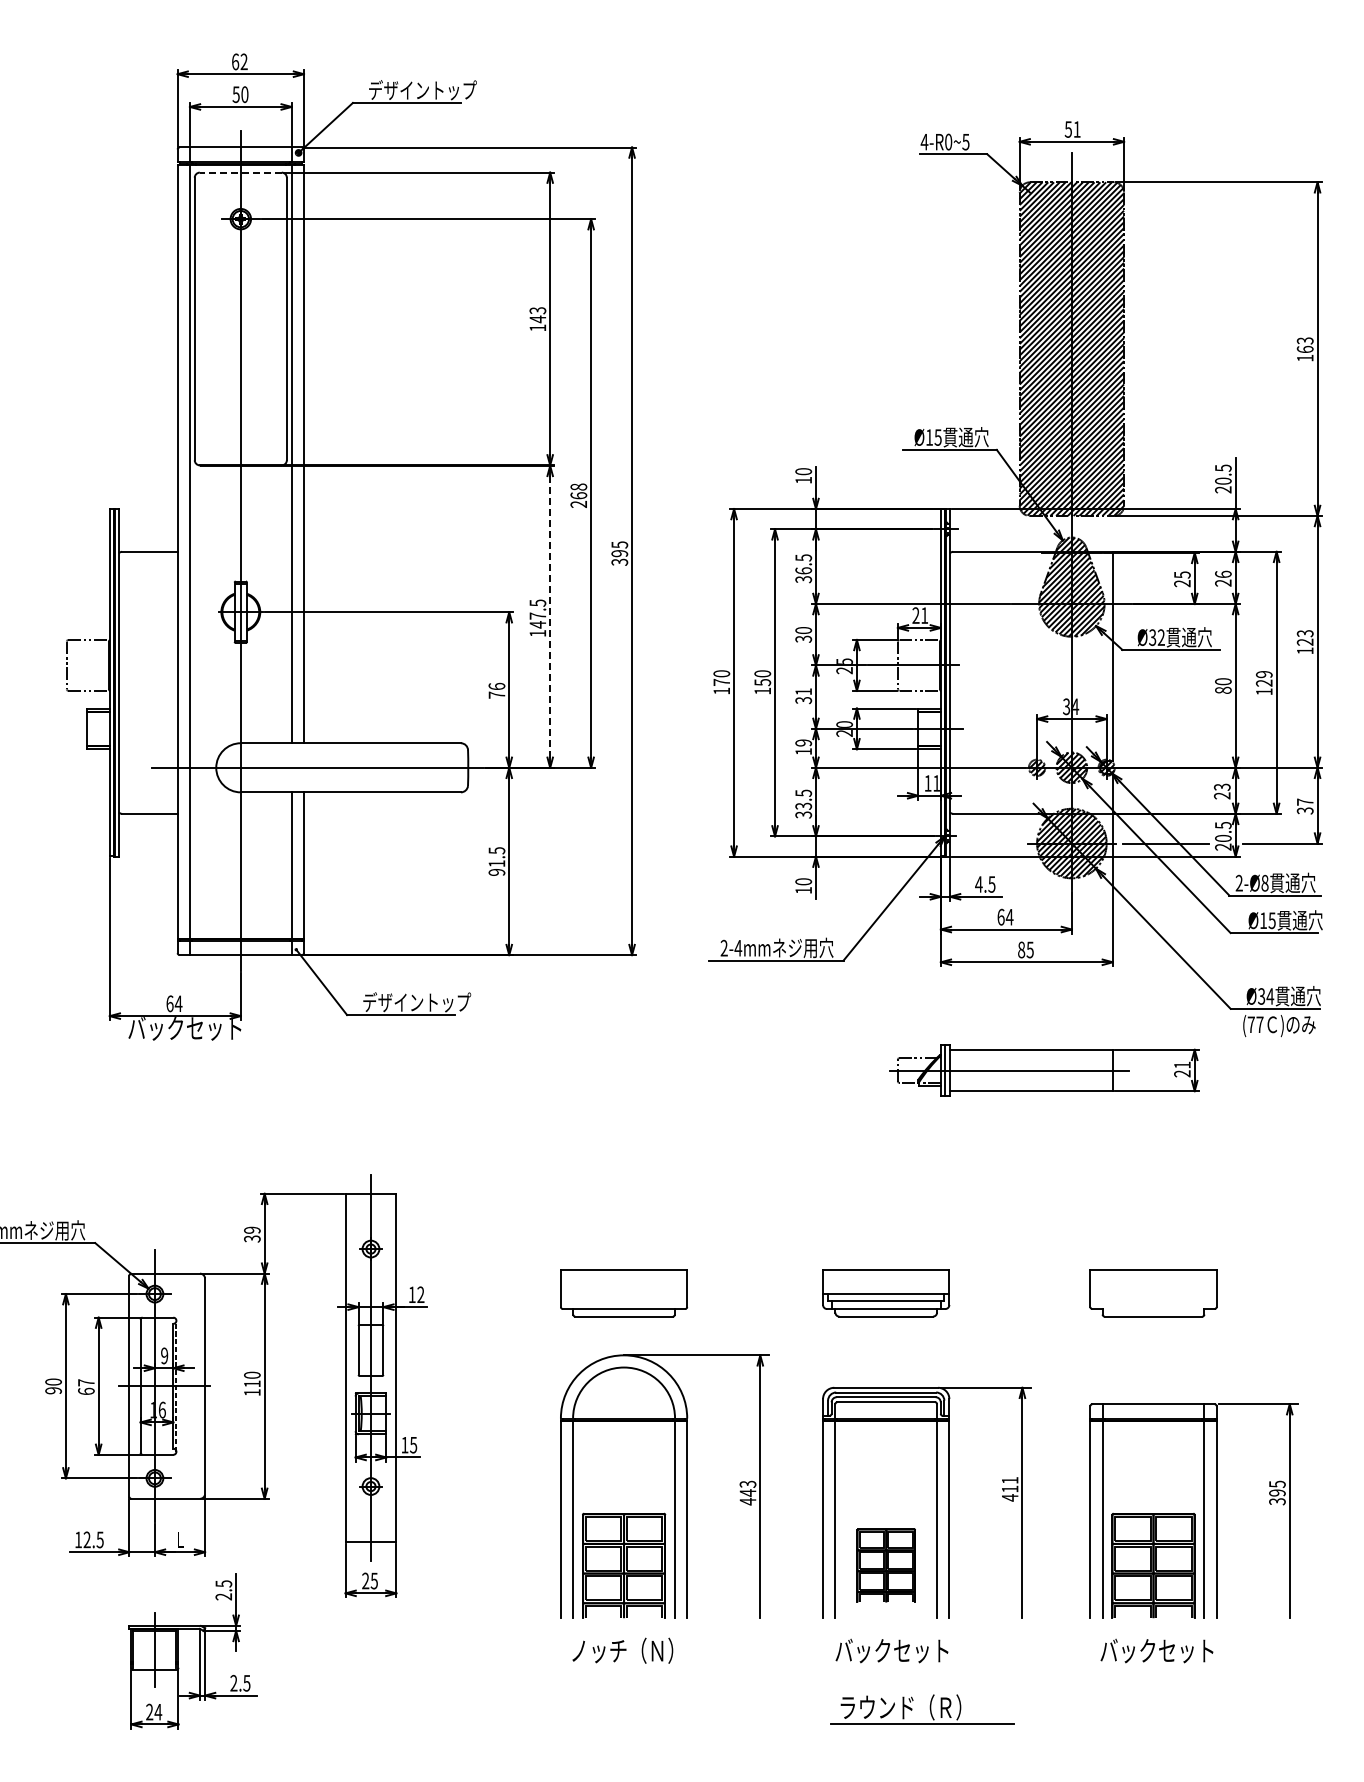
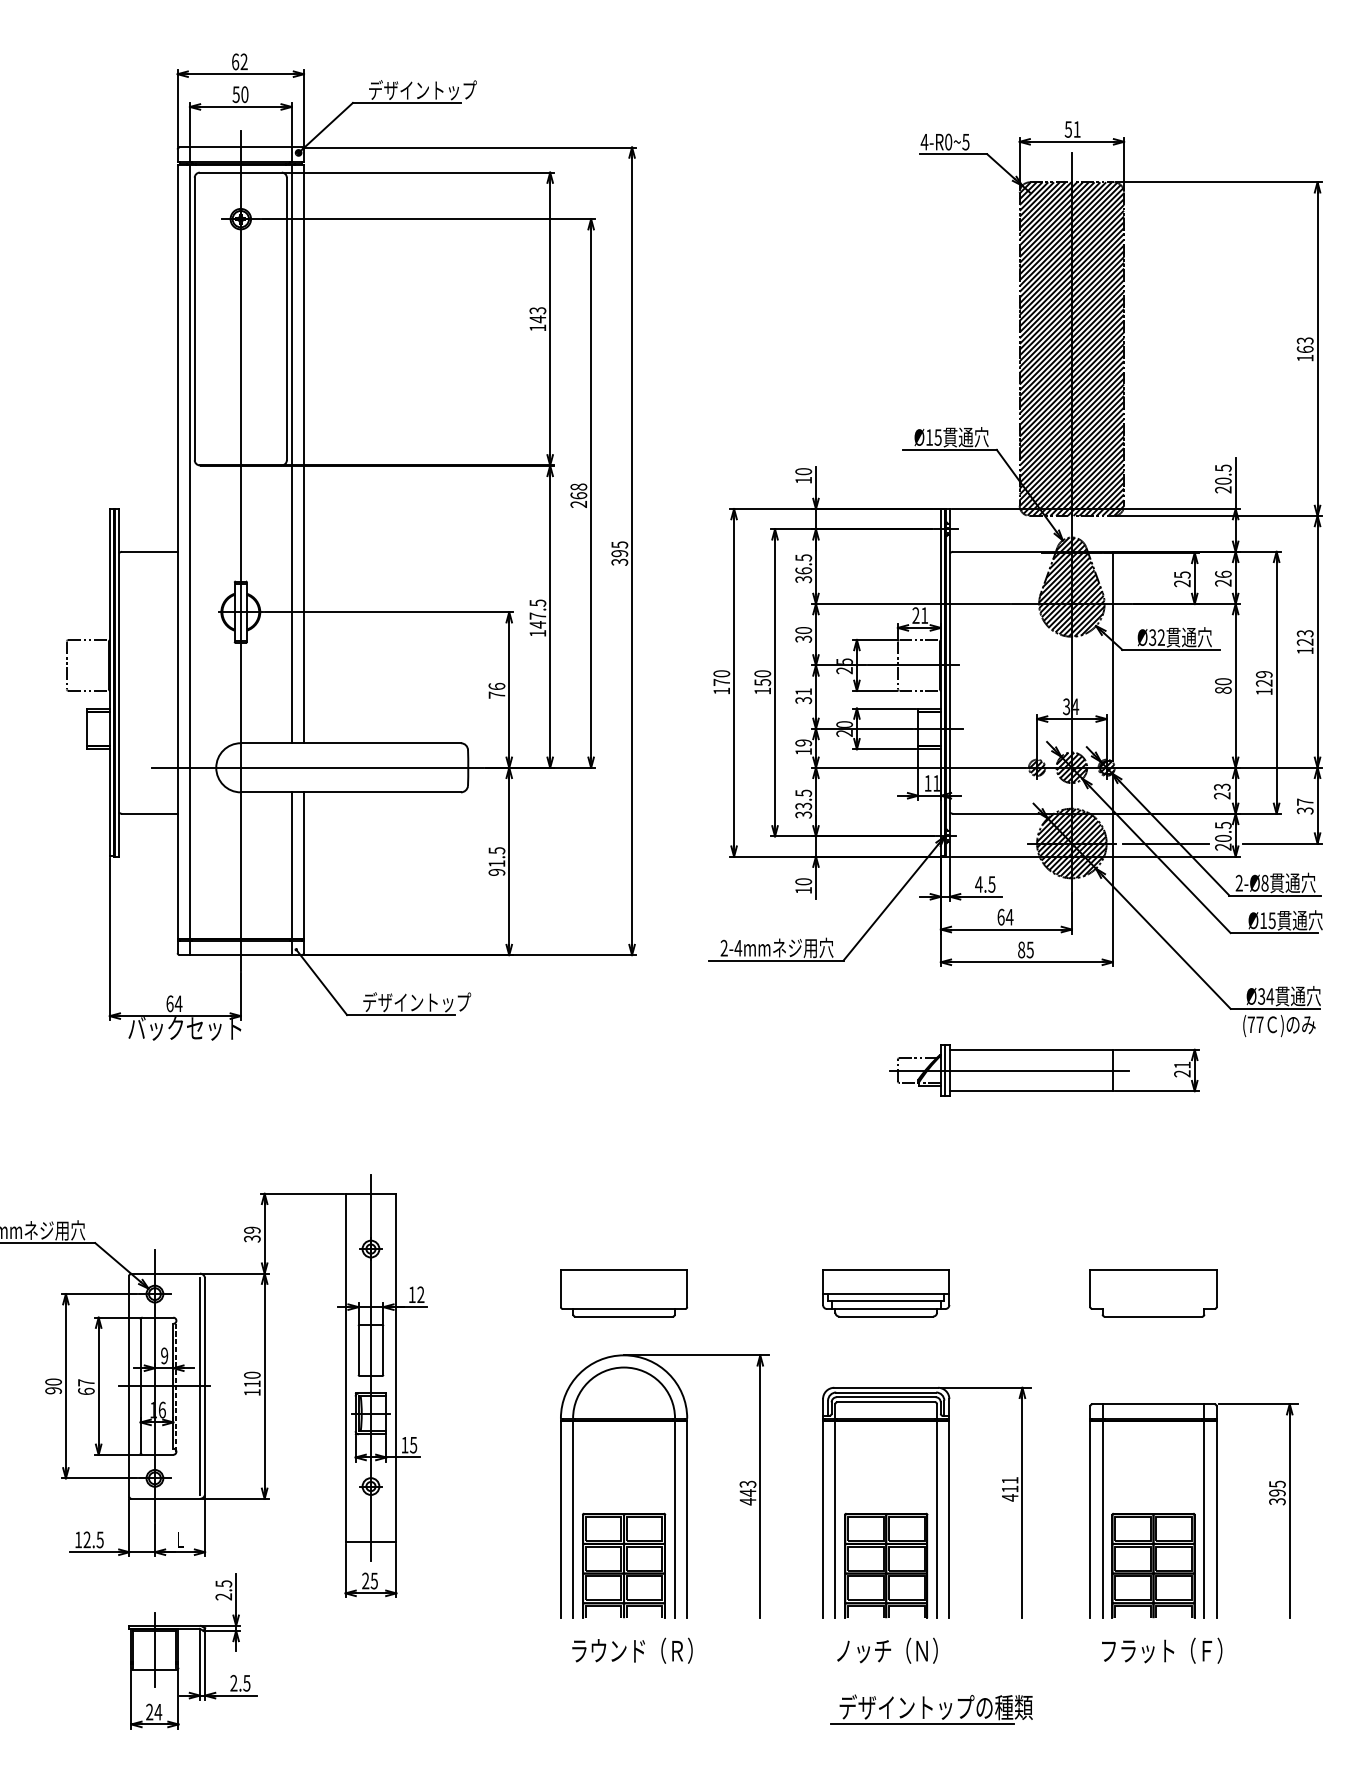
line at (240, 172): dashed -> solid
line at (550, 616): dashed -> solid
line at (199, 1385): none -> present
part at (885, 1565) size: 60x75 px -> 85x107 px
text at (632, 1650): ノッチ（Ｎ） -> ラウンド（Ｒ）
text at (891, 1650): バックセット -> ノッチ（Ｎ）
text at (1161, 1650): バックセット -> フラット（Ｆ）
text at (935, 1707): ラウンド（Ｒ） -> デザイントップの種類
